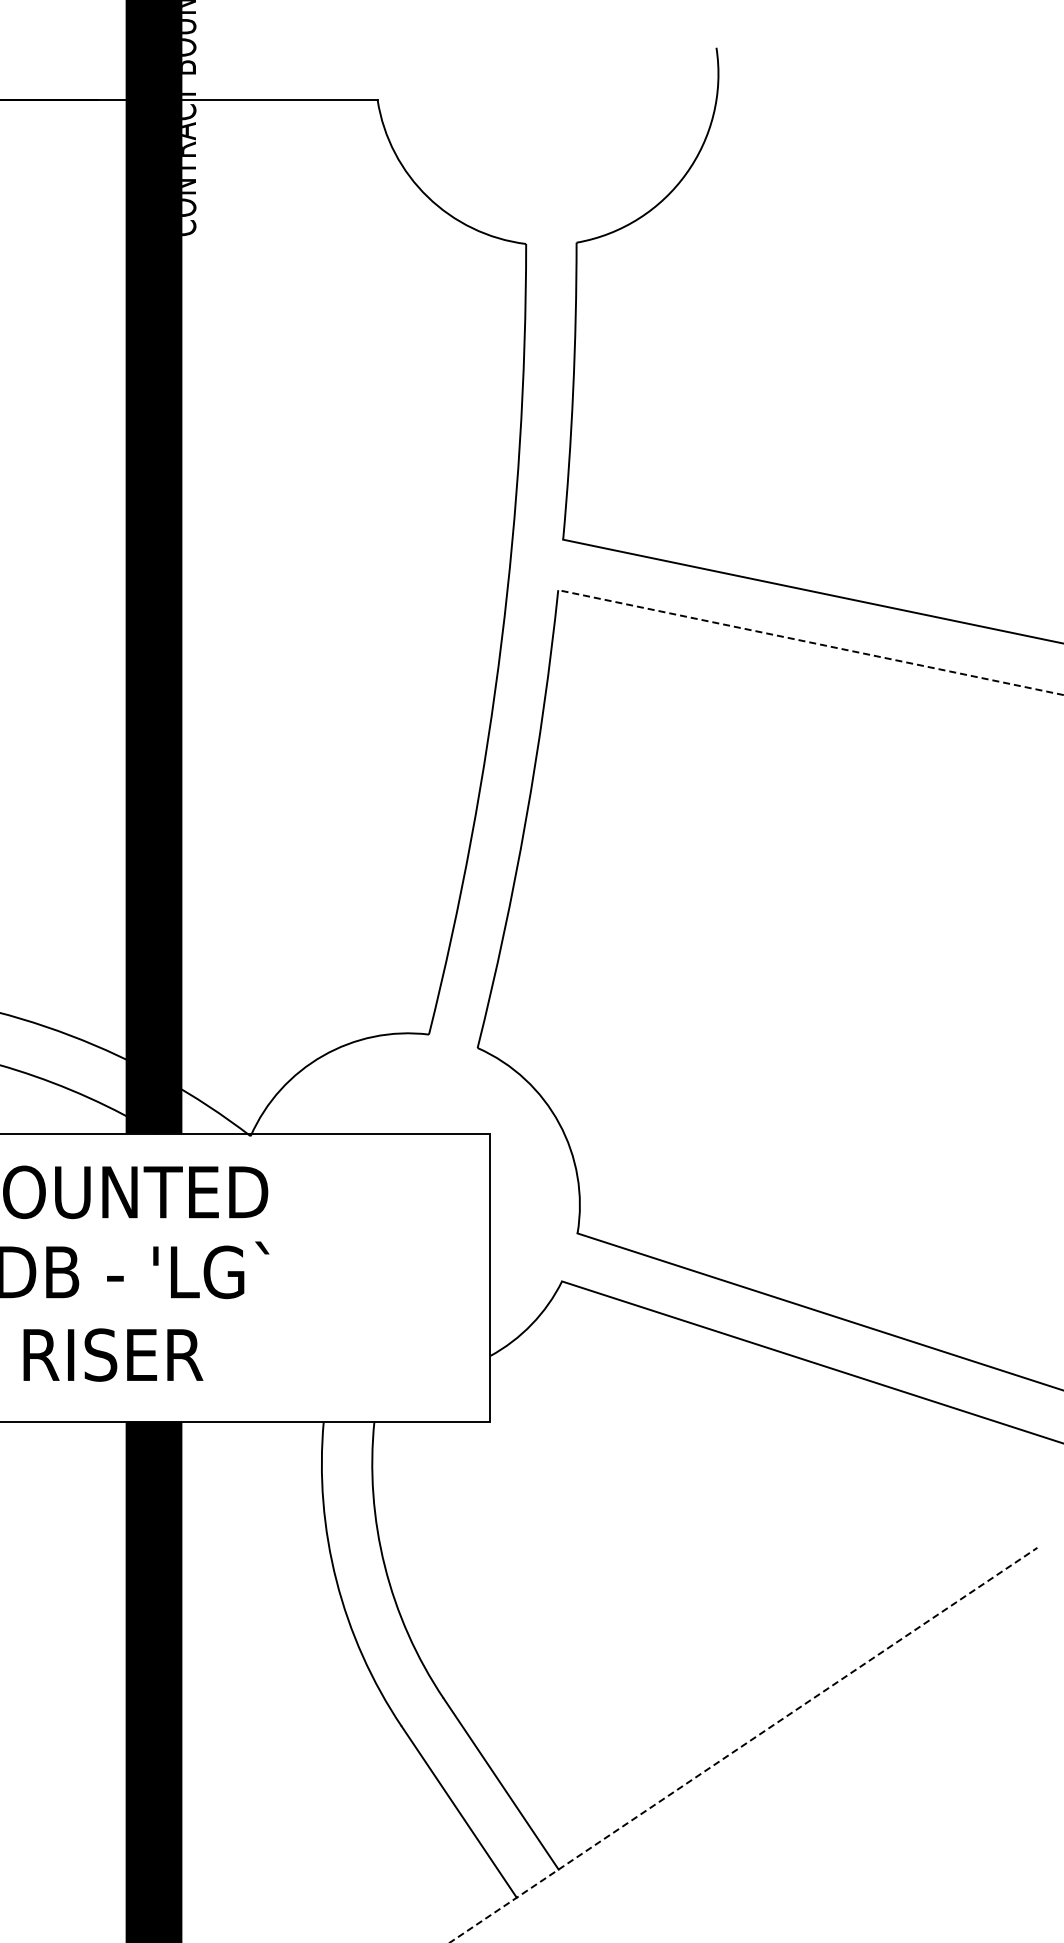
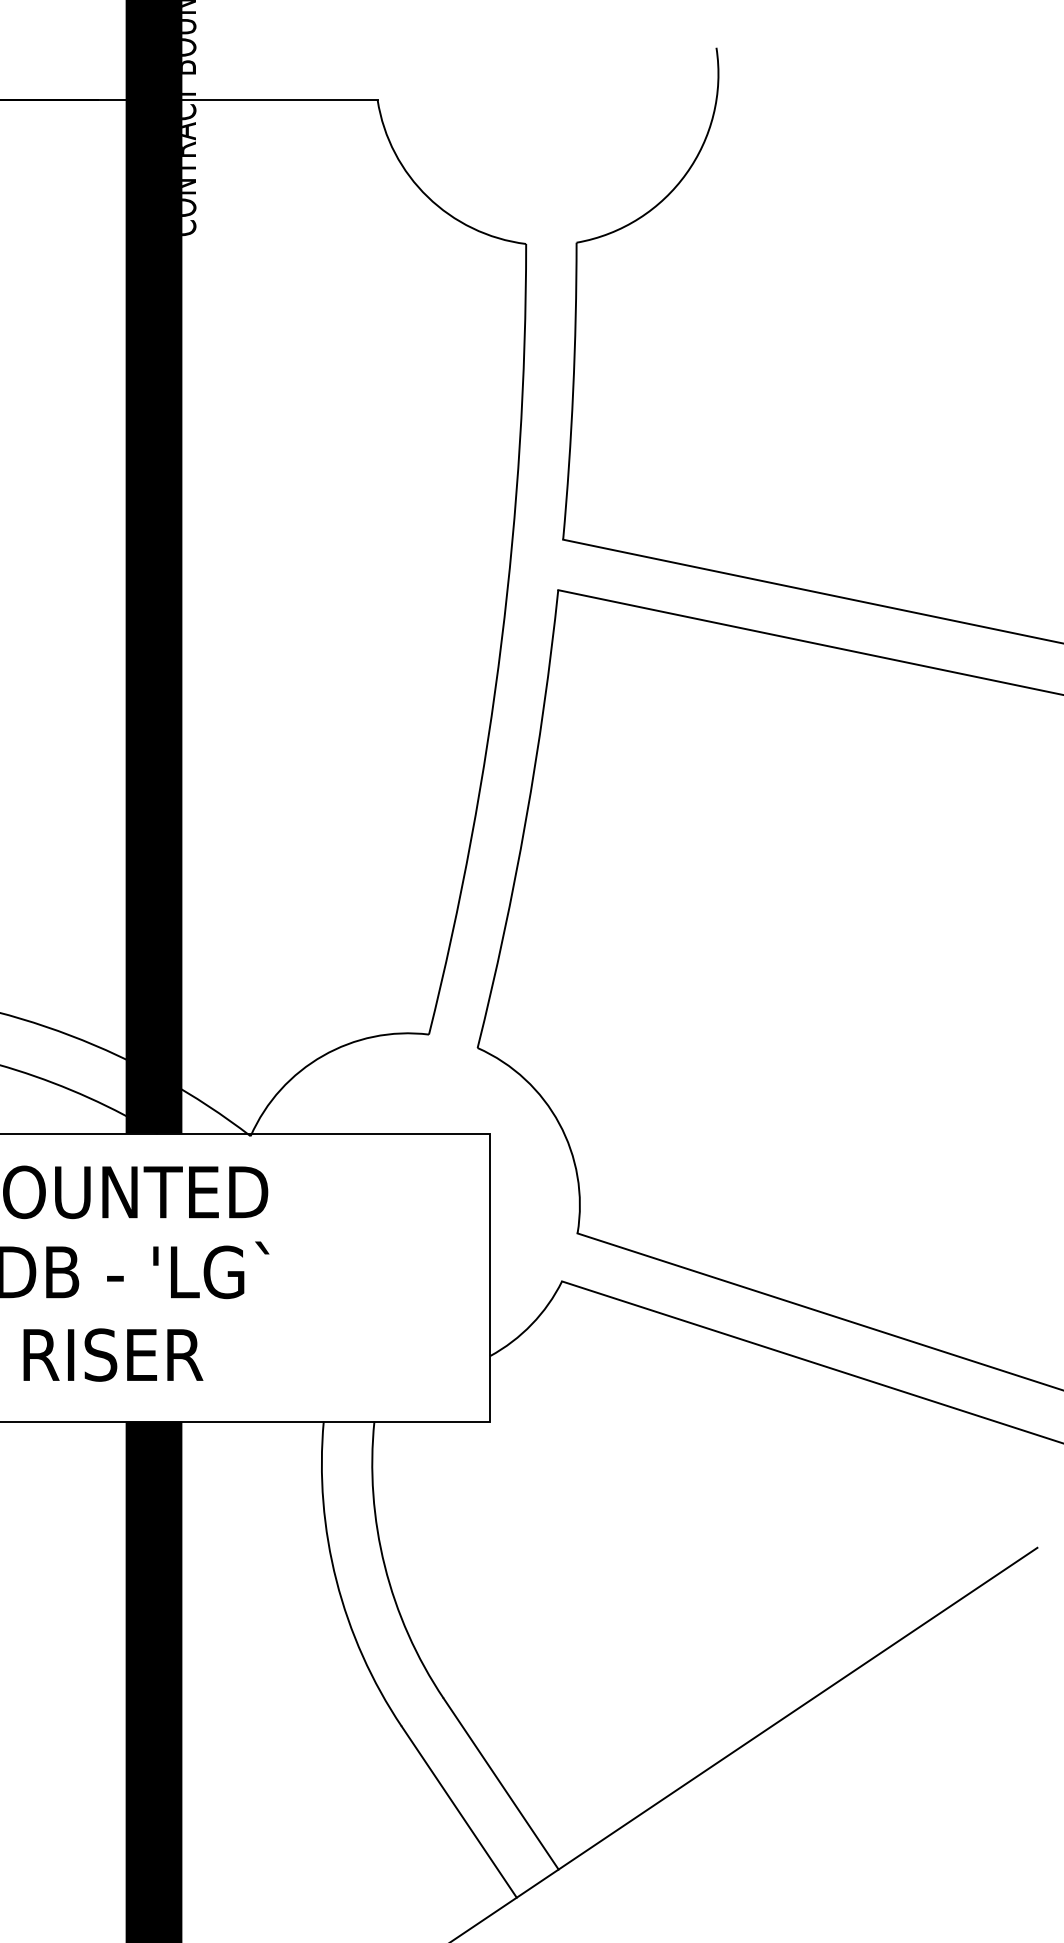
line at (810, 642): dashed -> solid
line at (743, 1745): dashed -> solid
